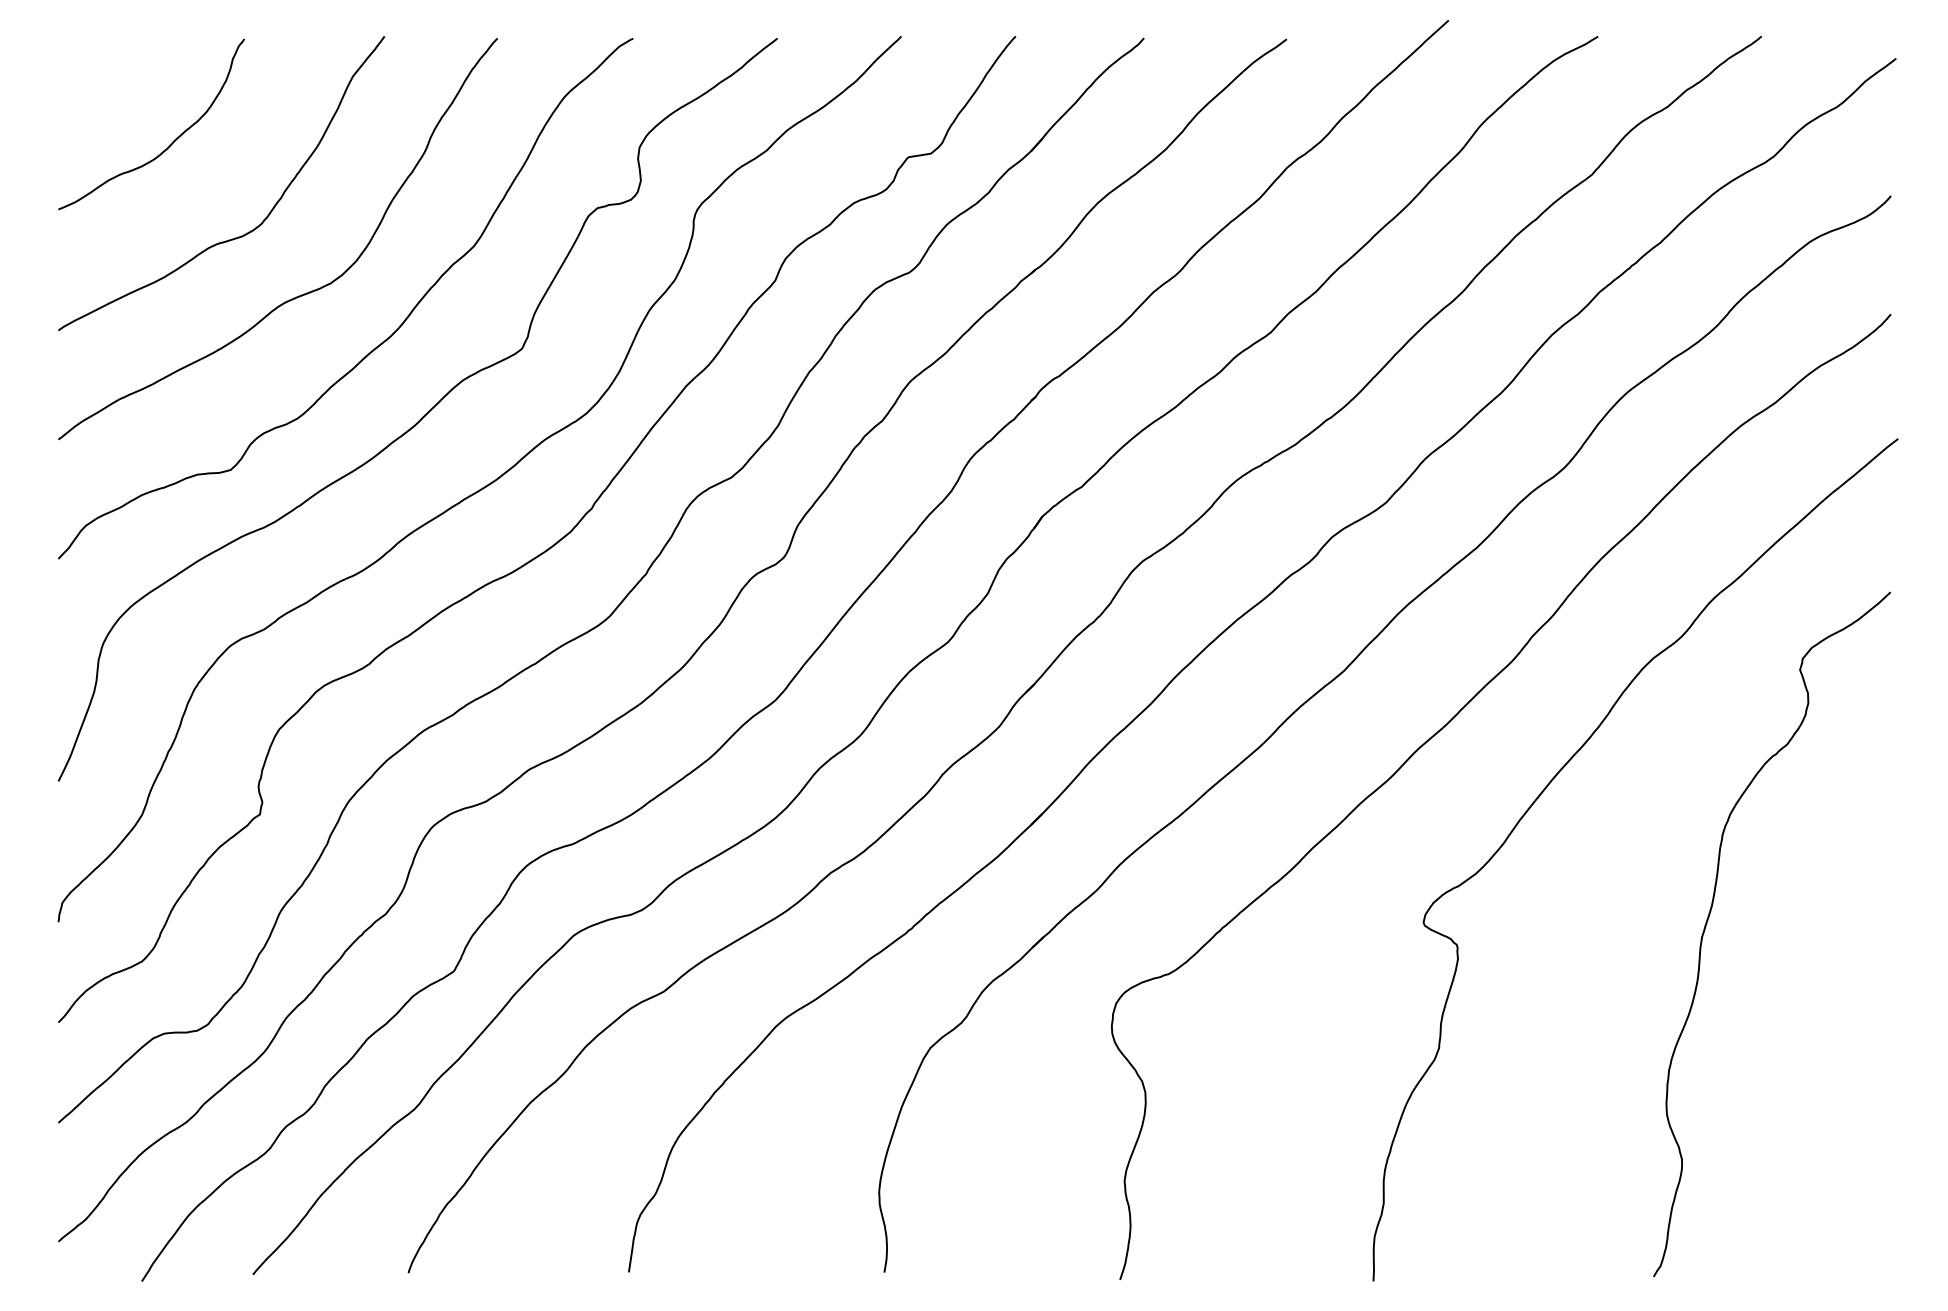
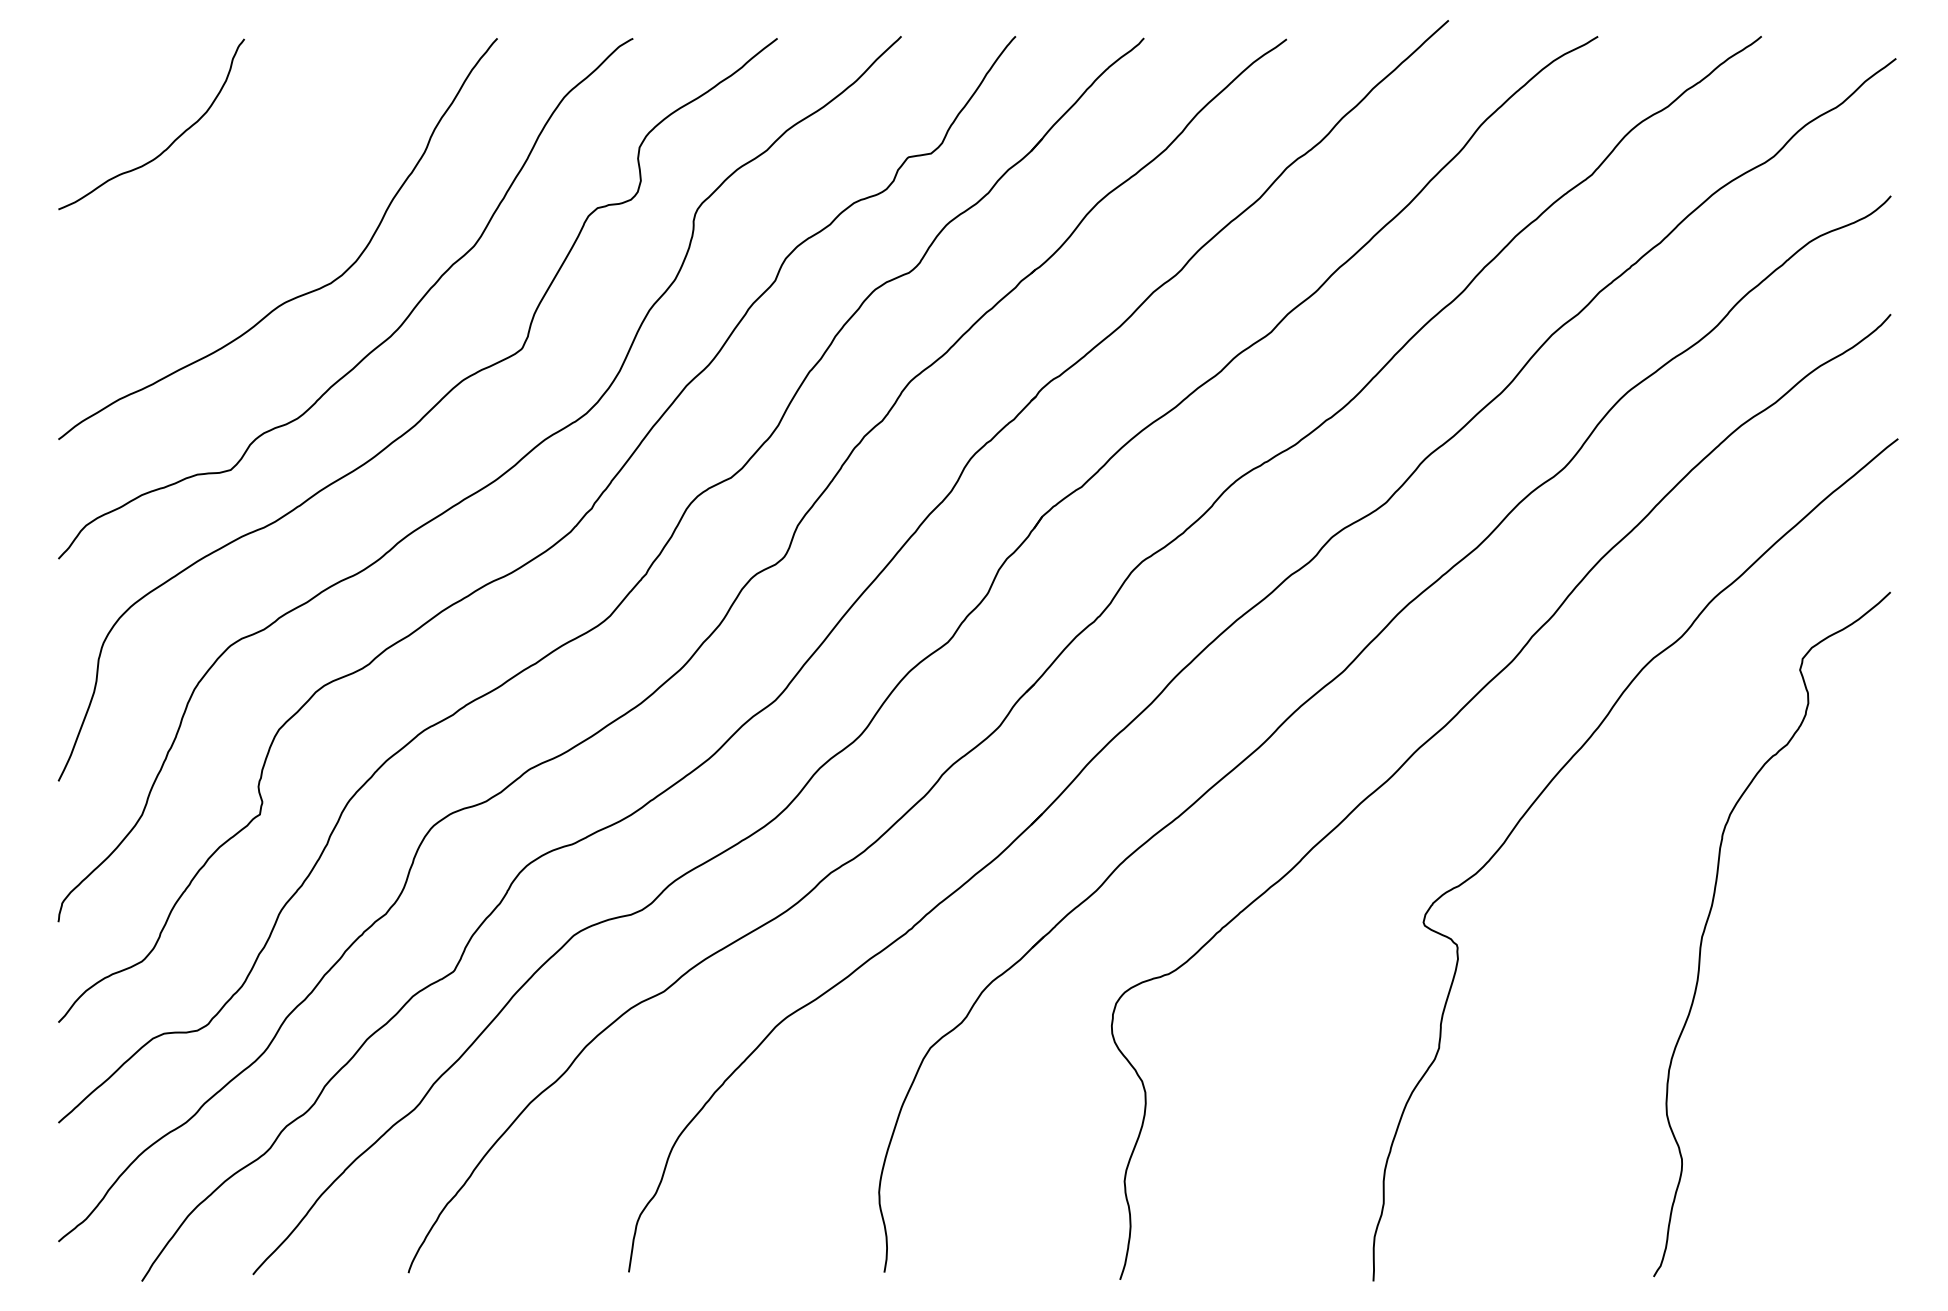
curve at (250, 230): present -> none
